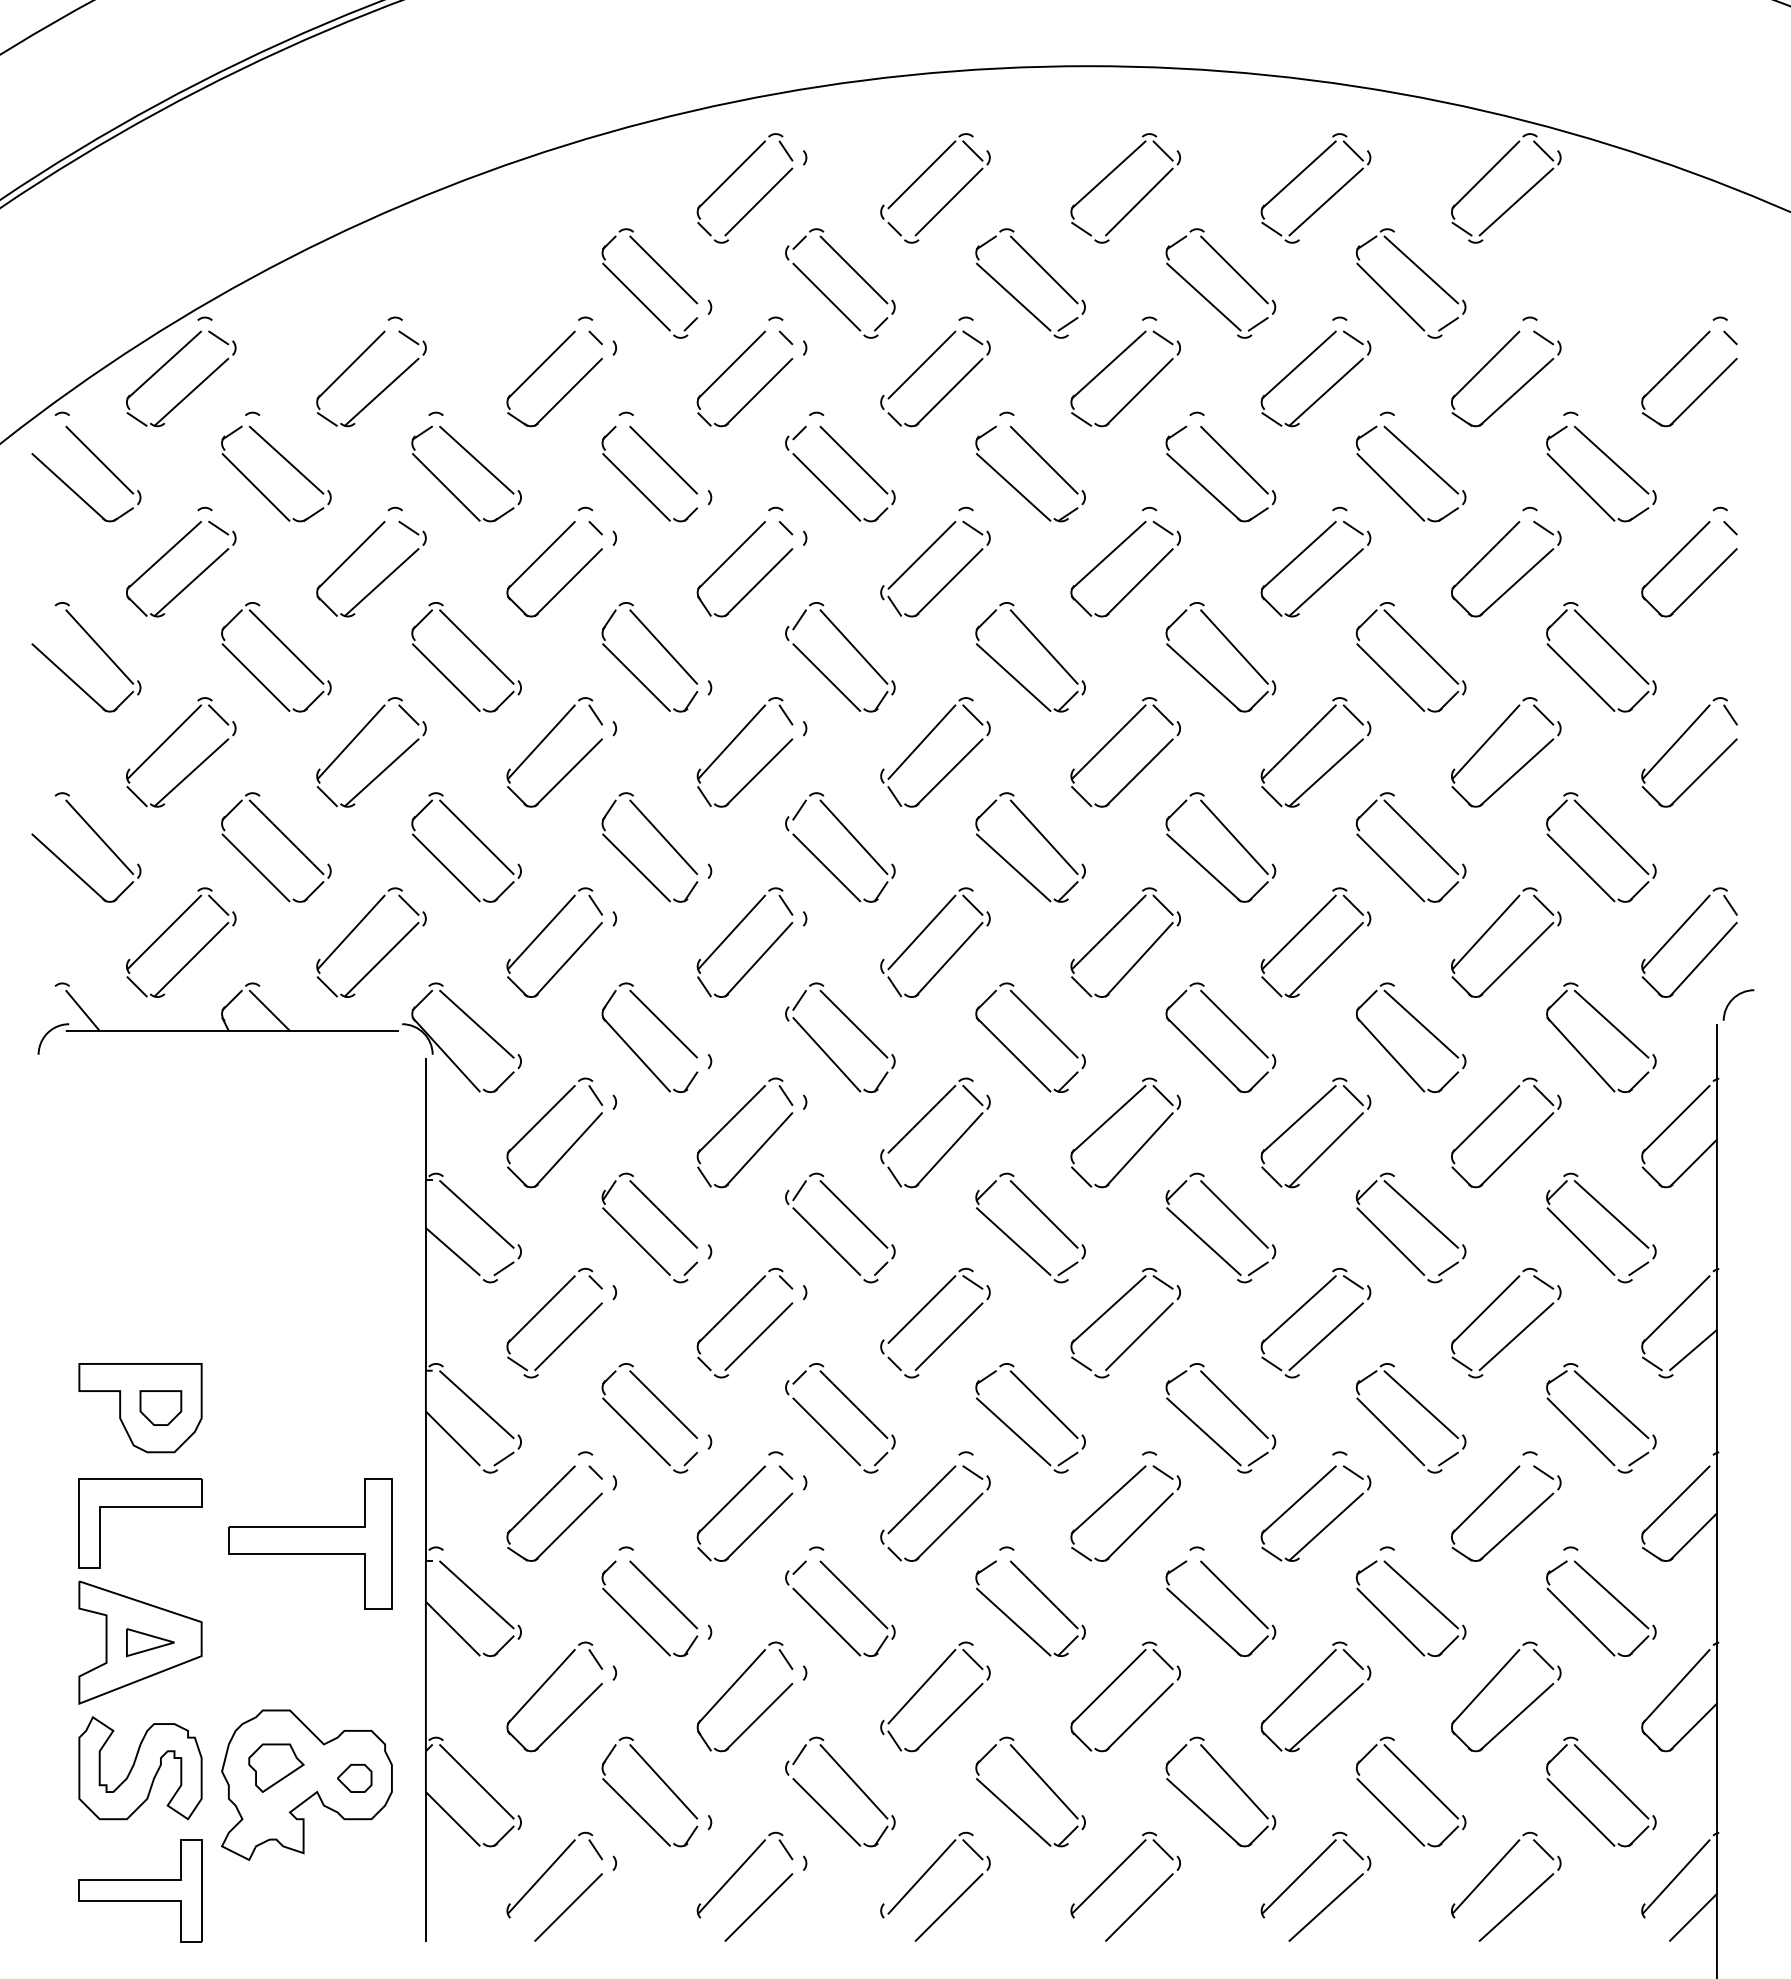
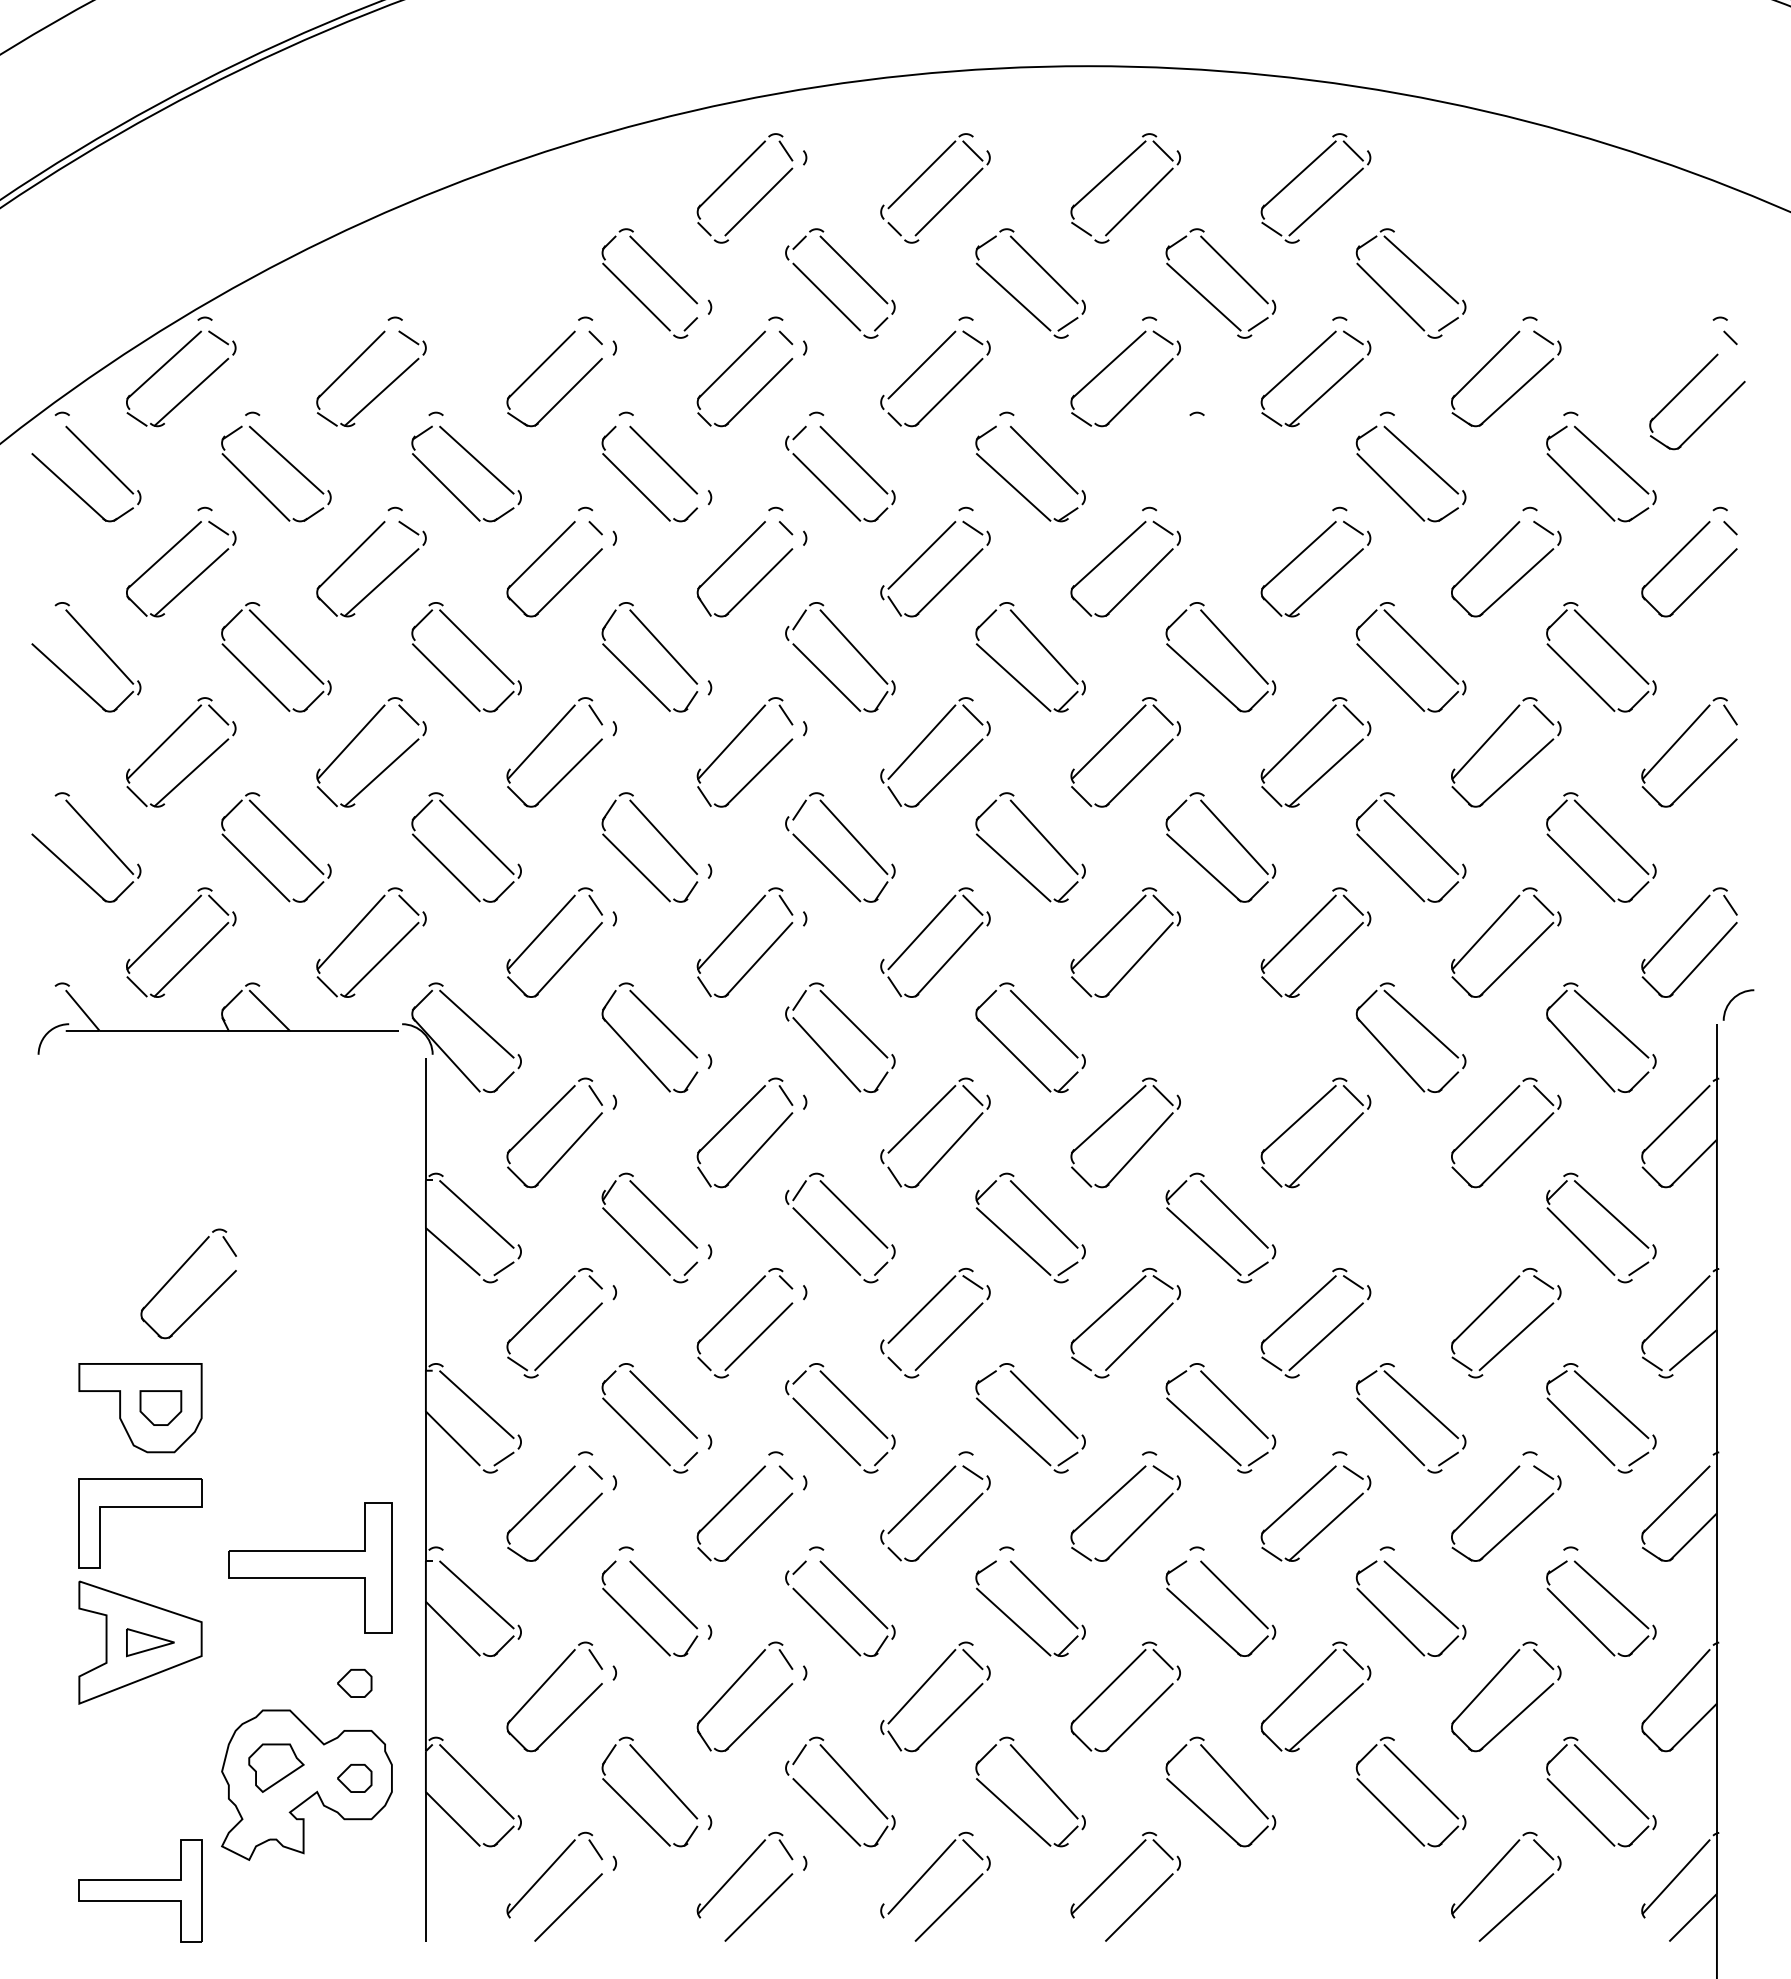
part at (1517, 199): present -> none
part at (1677, 365) position: (1677, 365) -> (1685, 388)
part at (1233, 460): present -> none
part at (1233, 1024): present -> none
part at (1419, 1214): present -> none
part at (175, 1275): none -> present
part at (310, 1543) position: (310, 1543) -> (310, 1567)
part at (354, 1683): none -> present
part at (140, 1768): present -> none
part at (1303, 1873): present -> none
